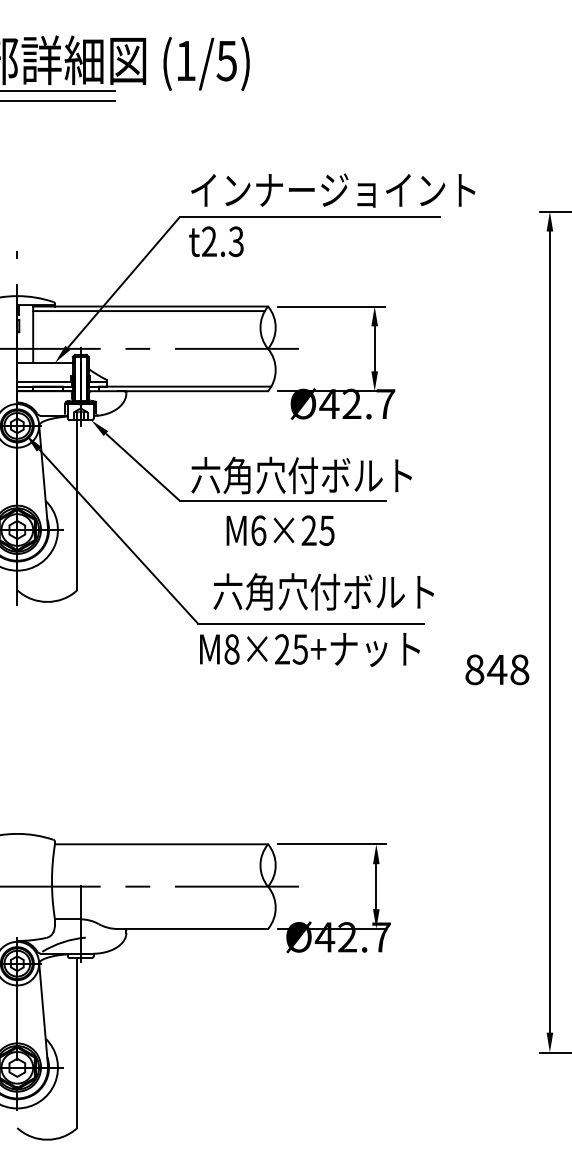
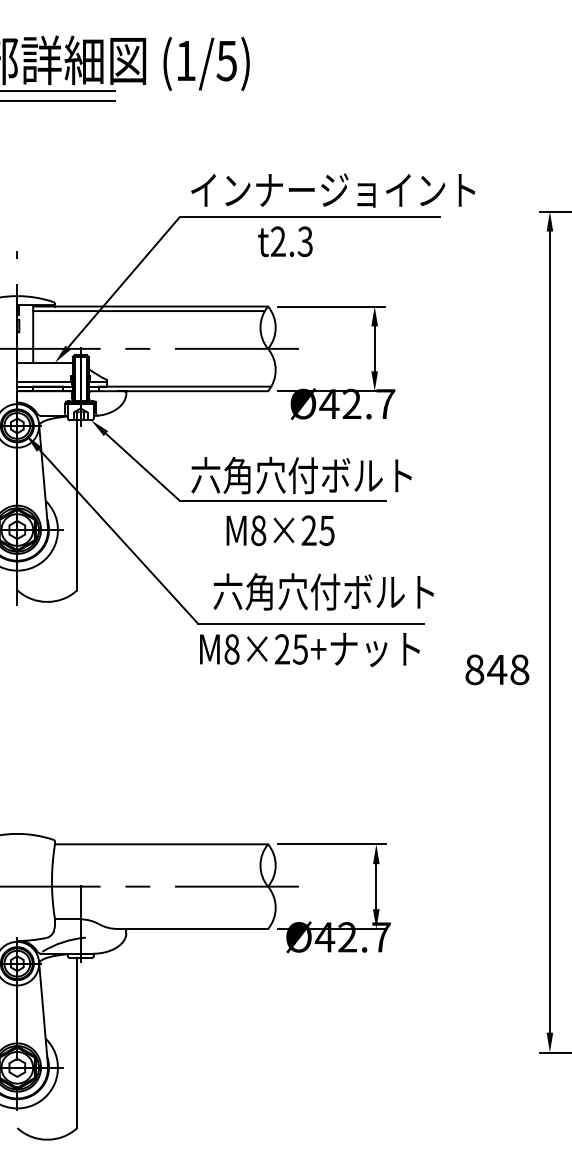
text at (216, 241) position: (216, 241) -> (285, 241)
text at (258, 530): M6×25 -> M8×25
